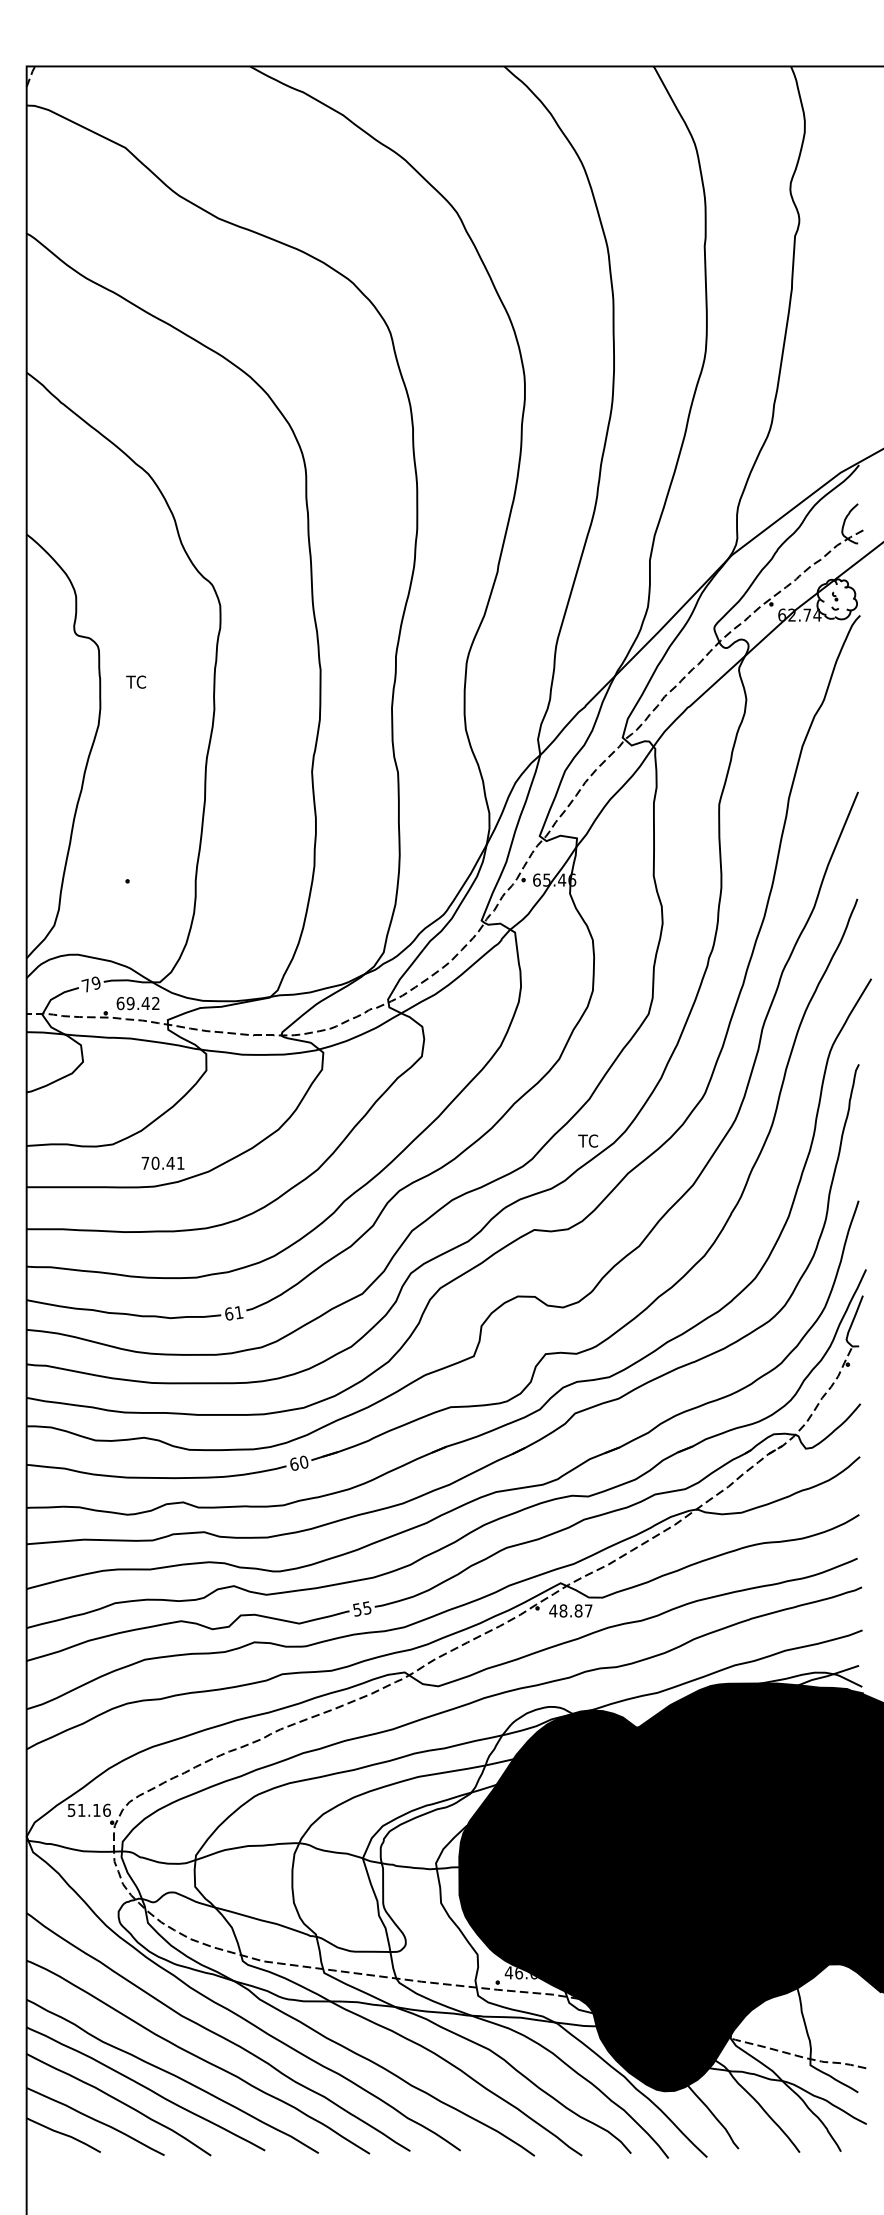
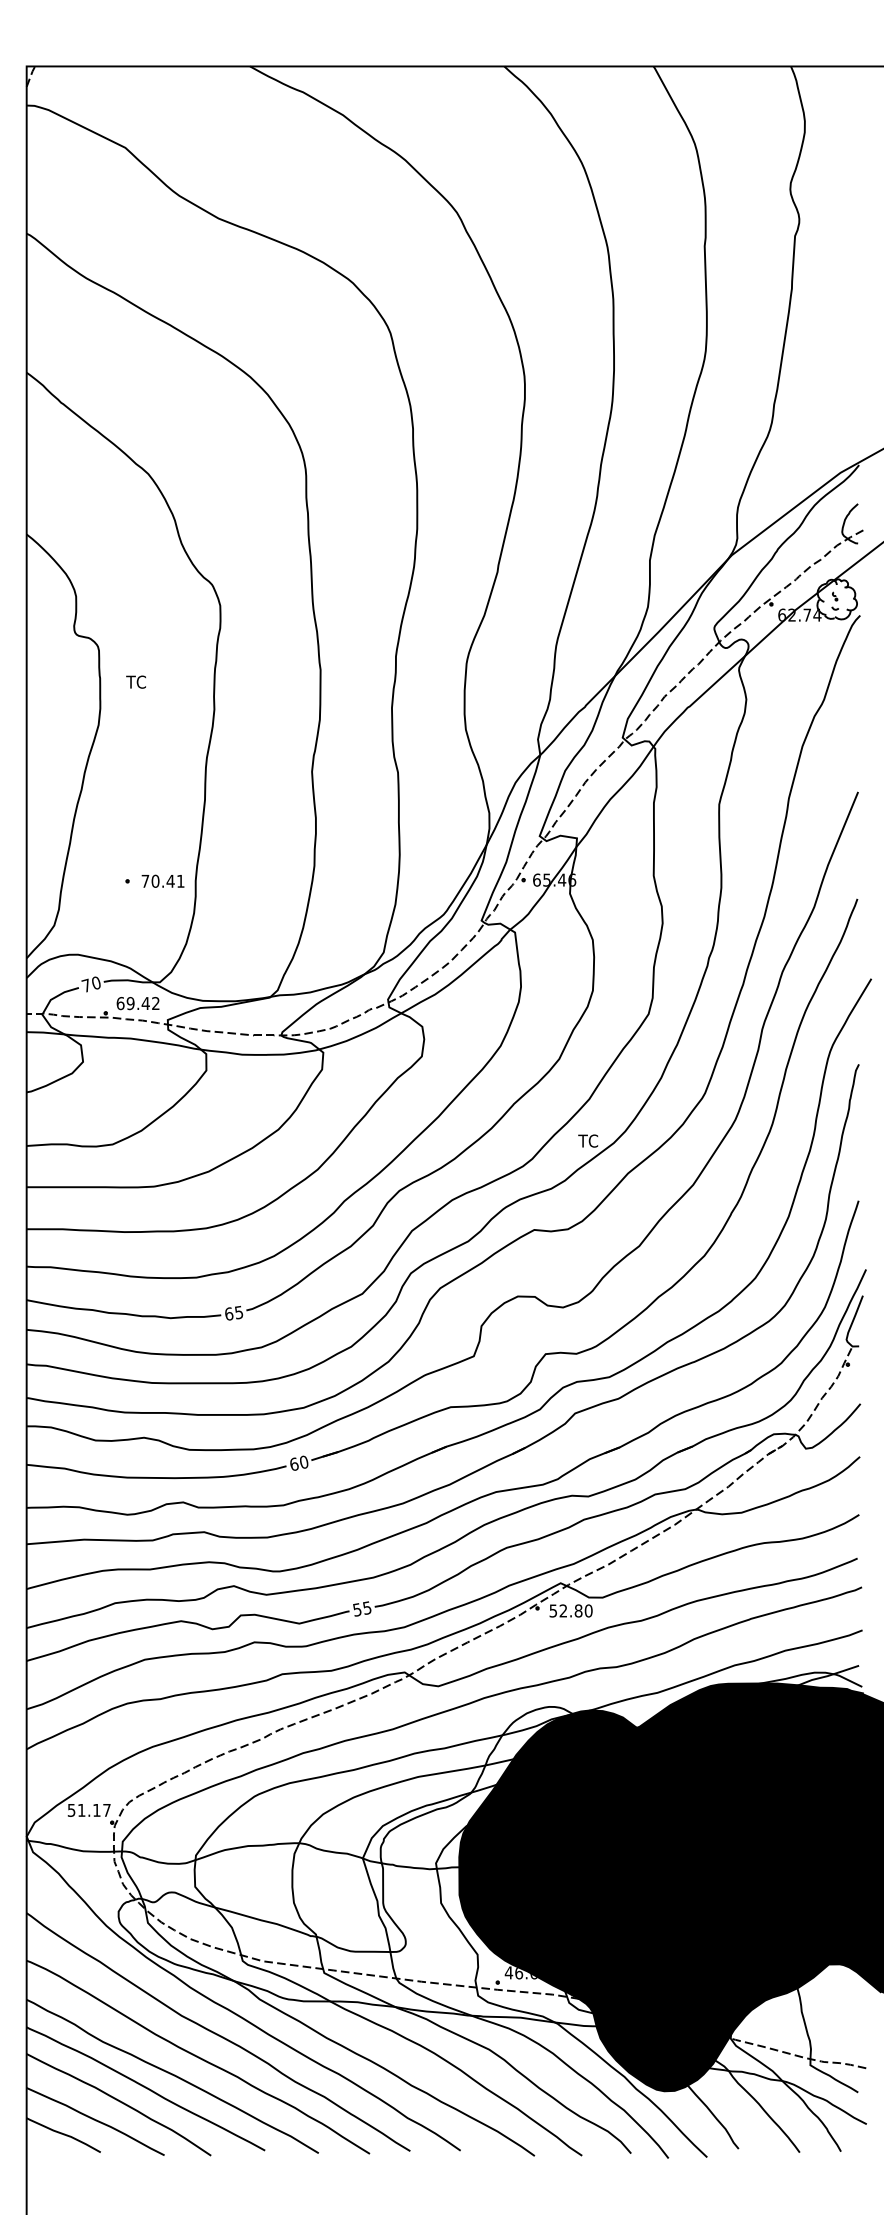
text at (95, 983): 79 -> 70
text at (162, 1162) position: (162, 1162) -> (162, 880)
text at (239, 1312): 61 -> 65
text at (570, 1610): 48.87 -> 52.80
text at (106, 1809): 51.16 -> 51.17
